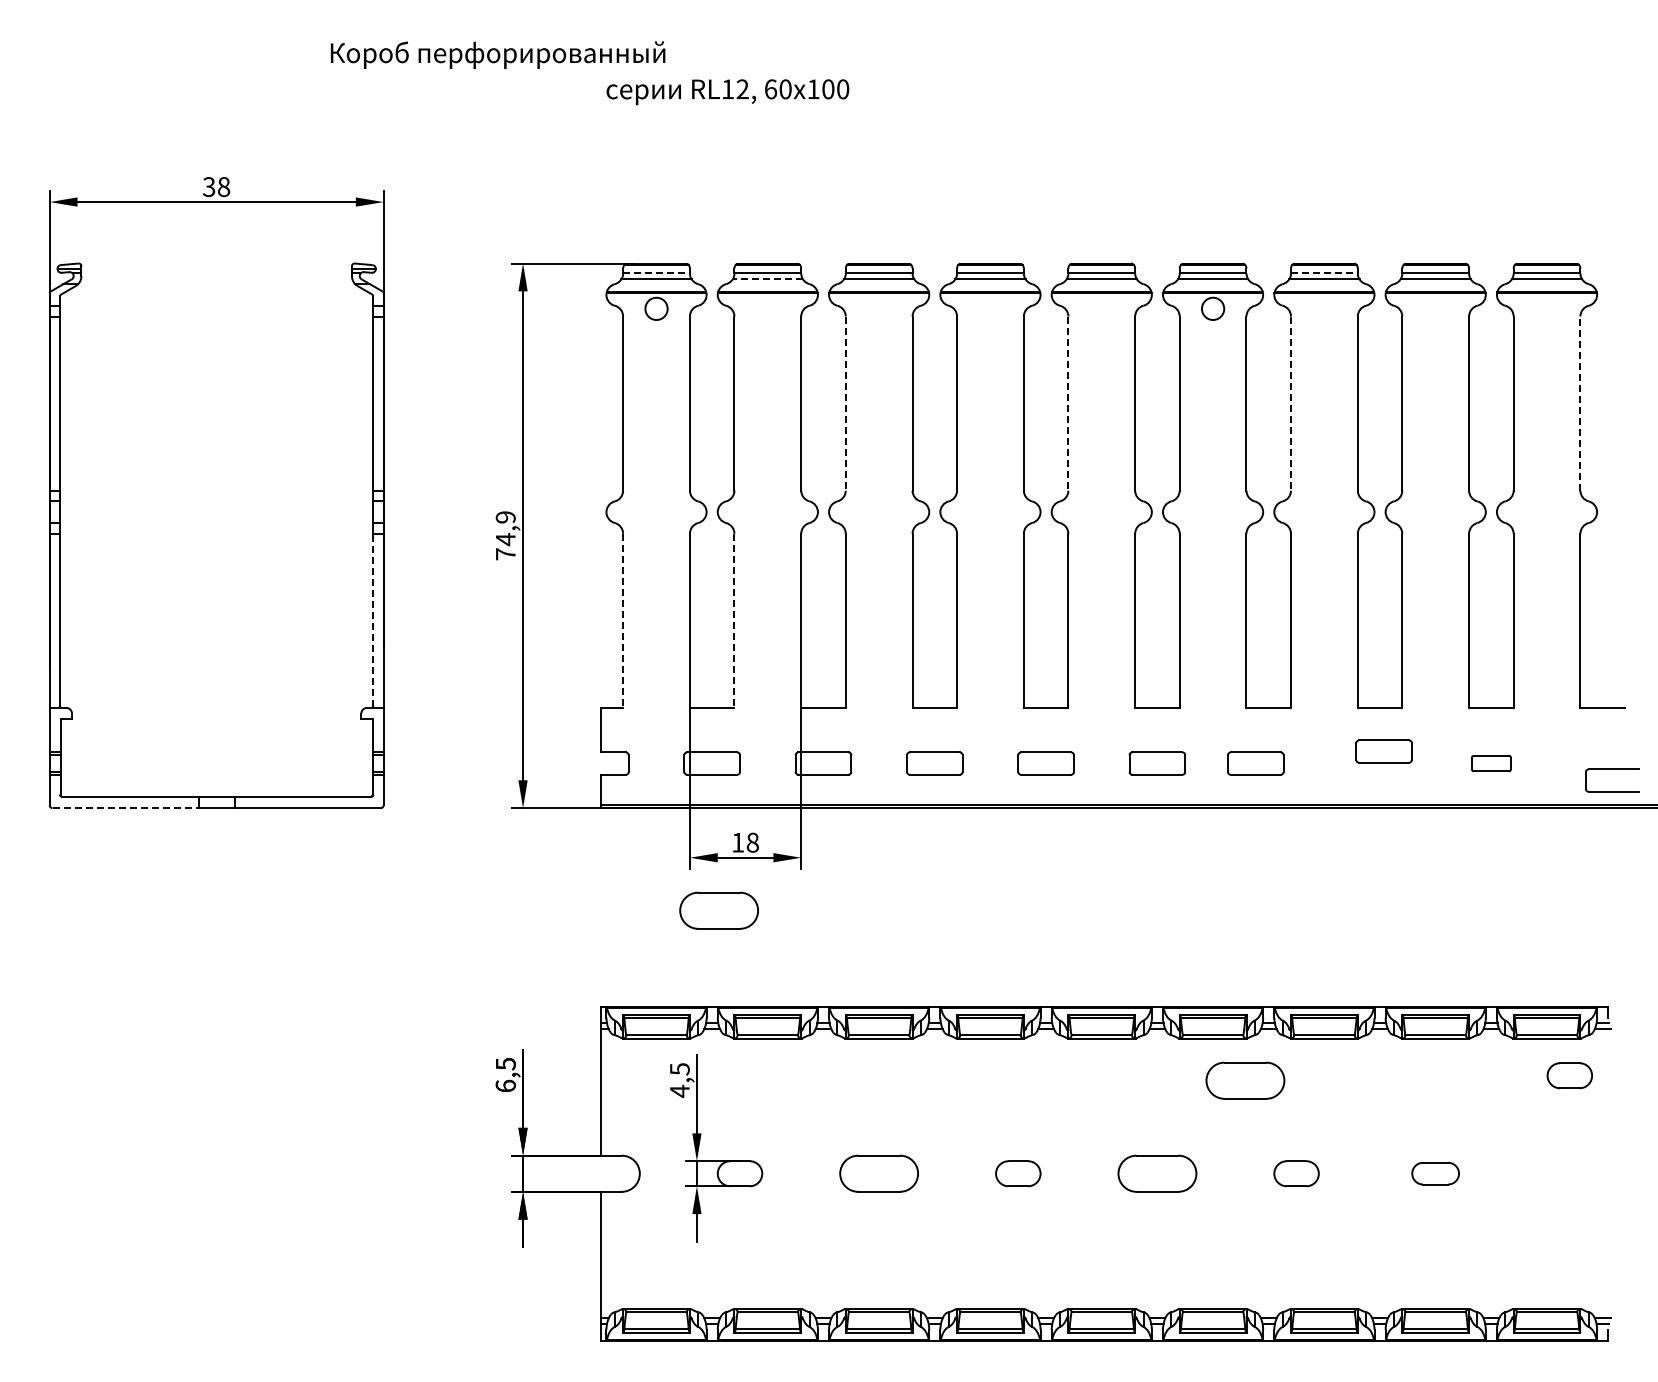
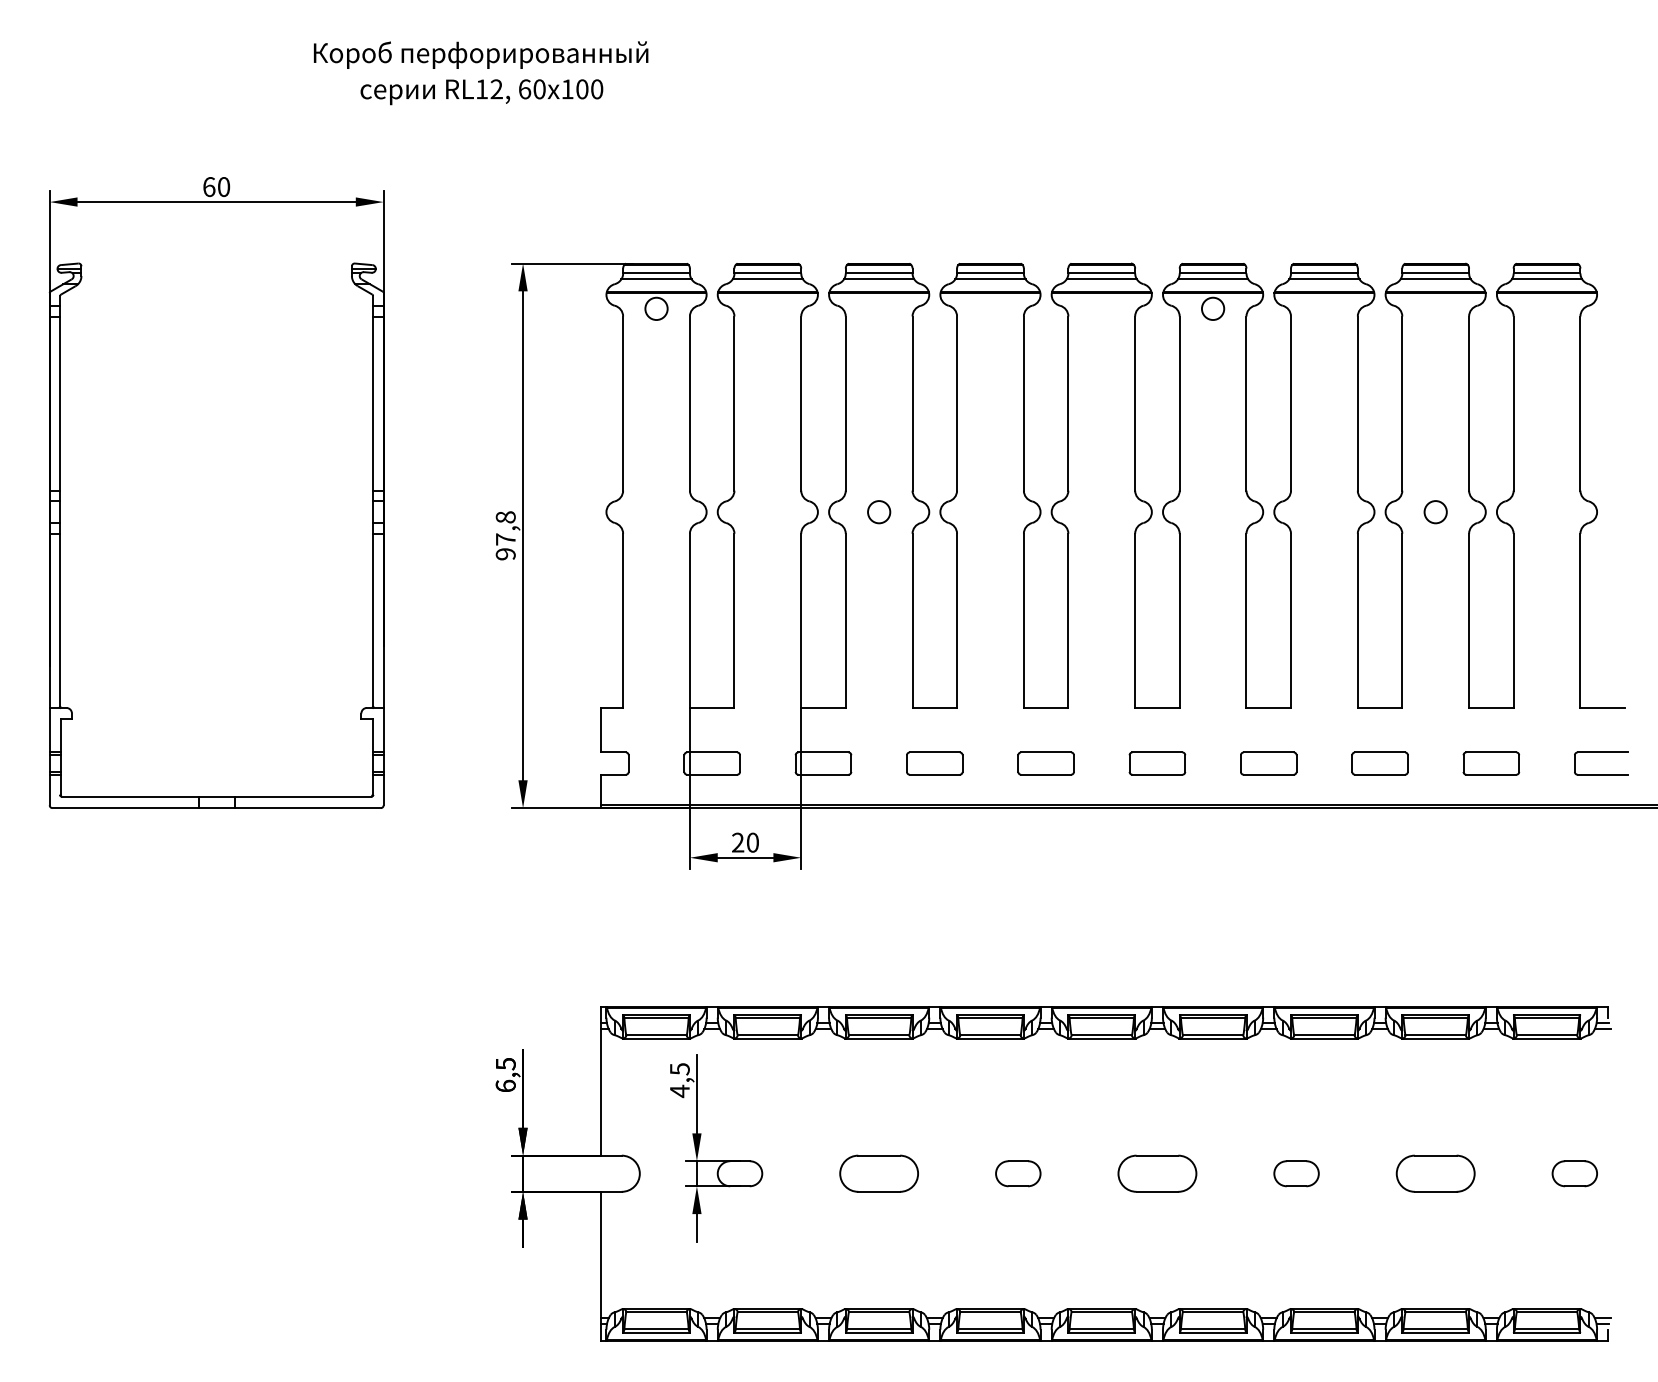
text at (498, 54) position: (498, 54) -> (481, 54)
text at (727, 92) position: (727, 92) -> (481, 92)
text at (216, 186): 38 -> 60
line at (657, 272): dashed -> solid
line at (1324, 272): dashed -> solid
line at (767, 279): dashed -> solid
line at (1580, 403): dashed -> solid
line at (845, 404): dashed -> solid
line at (1068, 404): dashed -> solid
line at (1291, 404): dashed -> solid
circle at (879, 512): none -> present
circle at (1435, 512): none -> present
text at (505, 535): 74,9 -> 97,8
line at (373, 620): dashed -> solid
line at (623, 621): dashed -> solid
line at (734, 621): dashed -> solid
part at (1383, 751) position: (1383, 751) -> (1379, 763)
part at (1255, 763) position: (1255, 763) -> (1268, 763)
part at (1491, 763) size: 41x18 px -> 59x25 px
part at (1612, 769) position: (1612, 769) -> (1601, 752)
line at (126, 808): dashed -> solid
text at (745, 842): 18 -> 20
part at (718, 910): present -> none
part at (1569, 1075) position: (1569, 1075) -> (1574, 1173)
part at (1245, 1080): present -> none
part at (1435, 1173) size: 49x25 px -> 81x39 px
